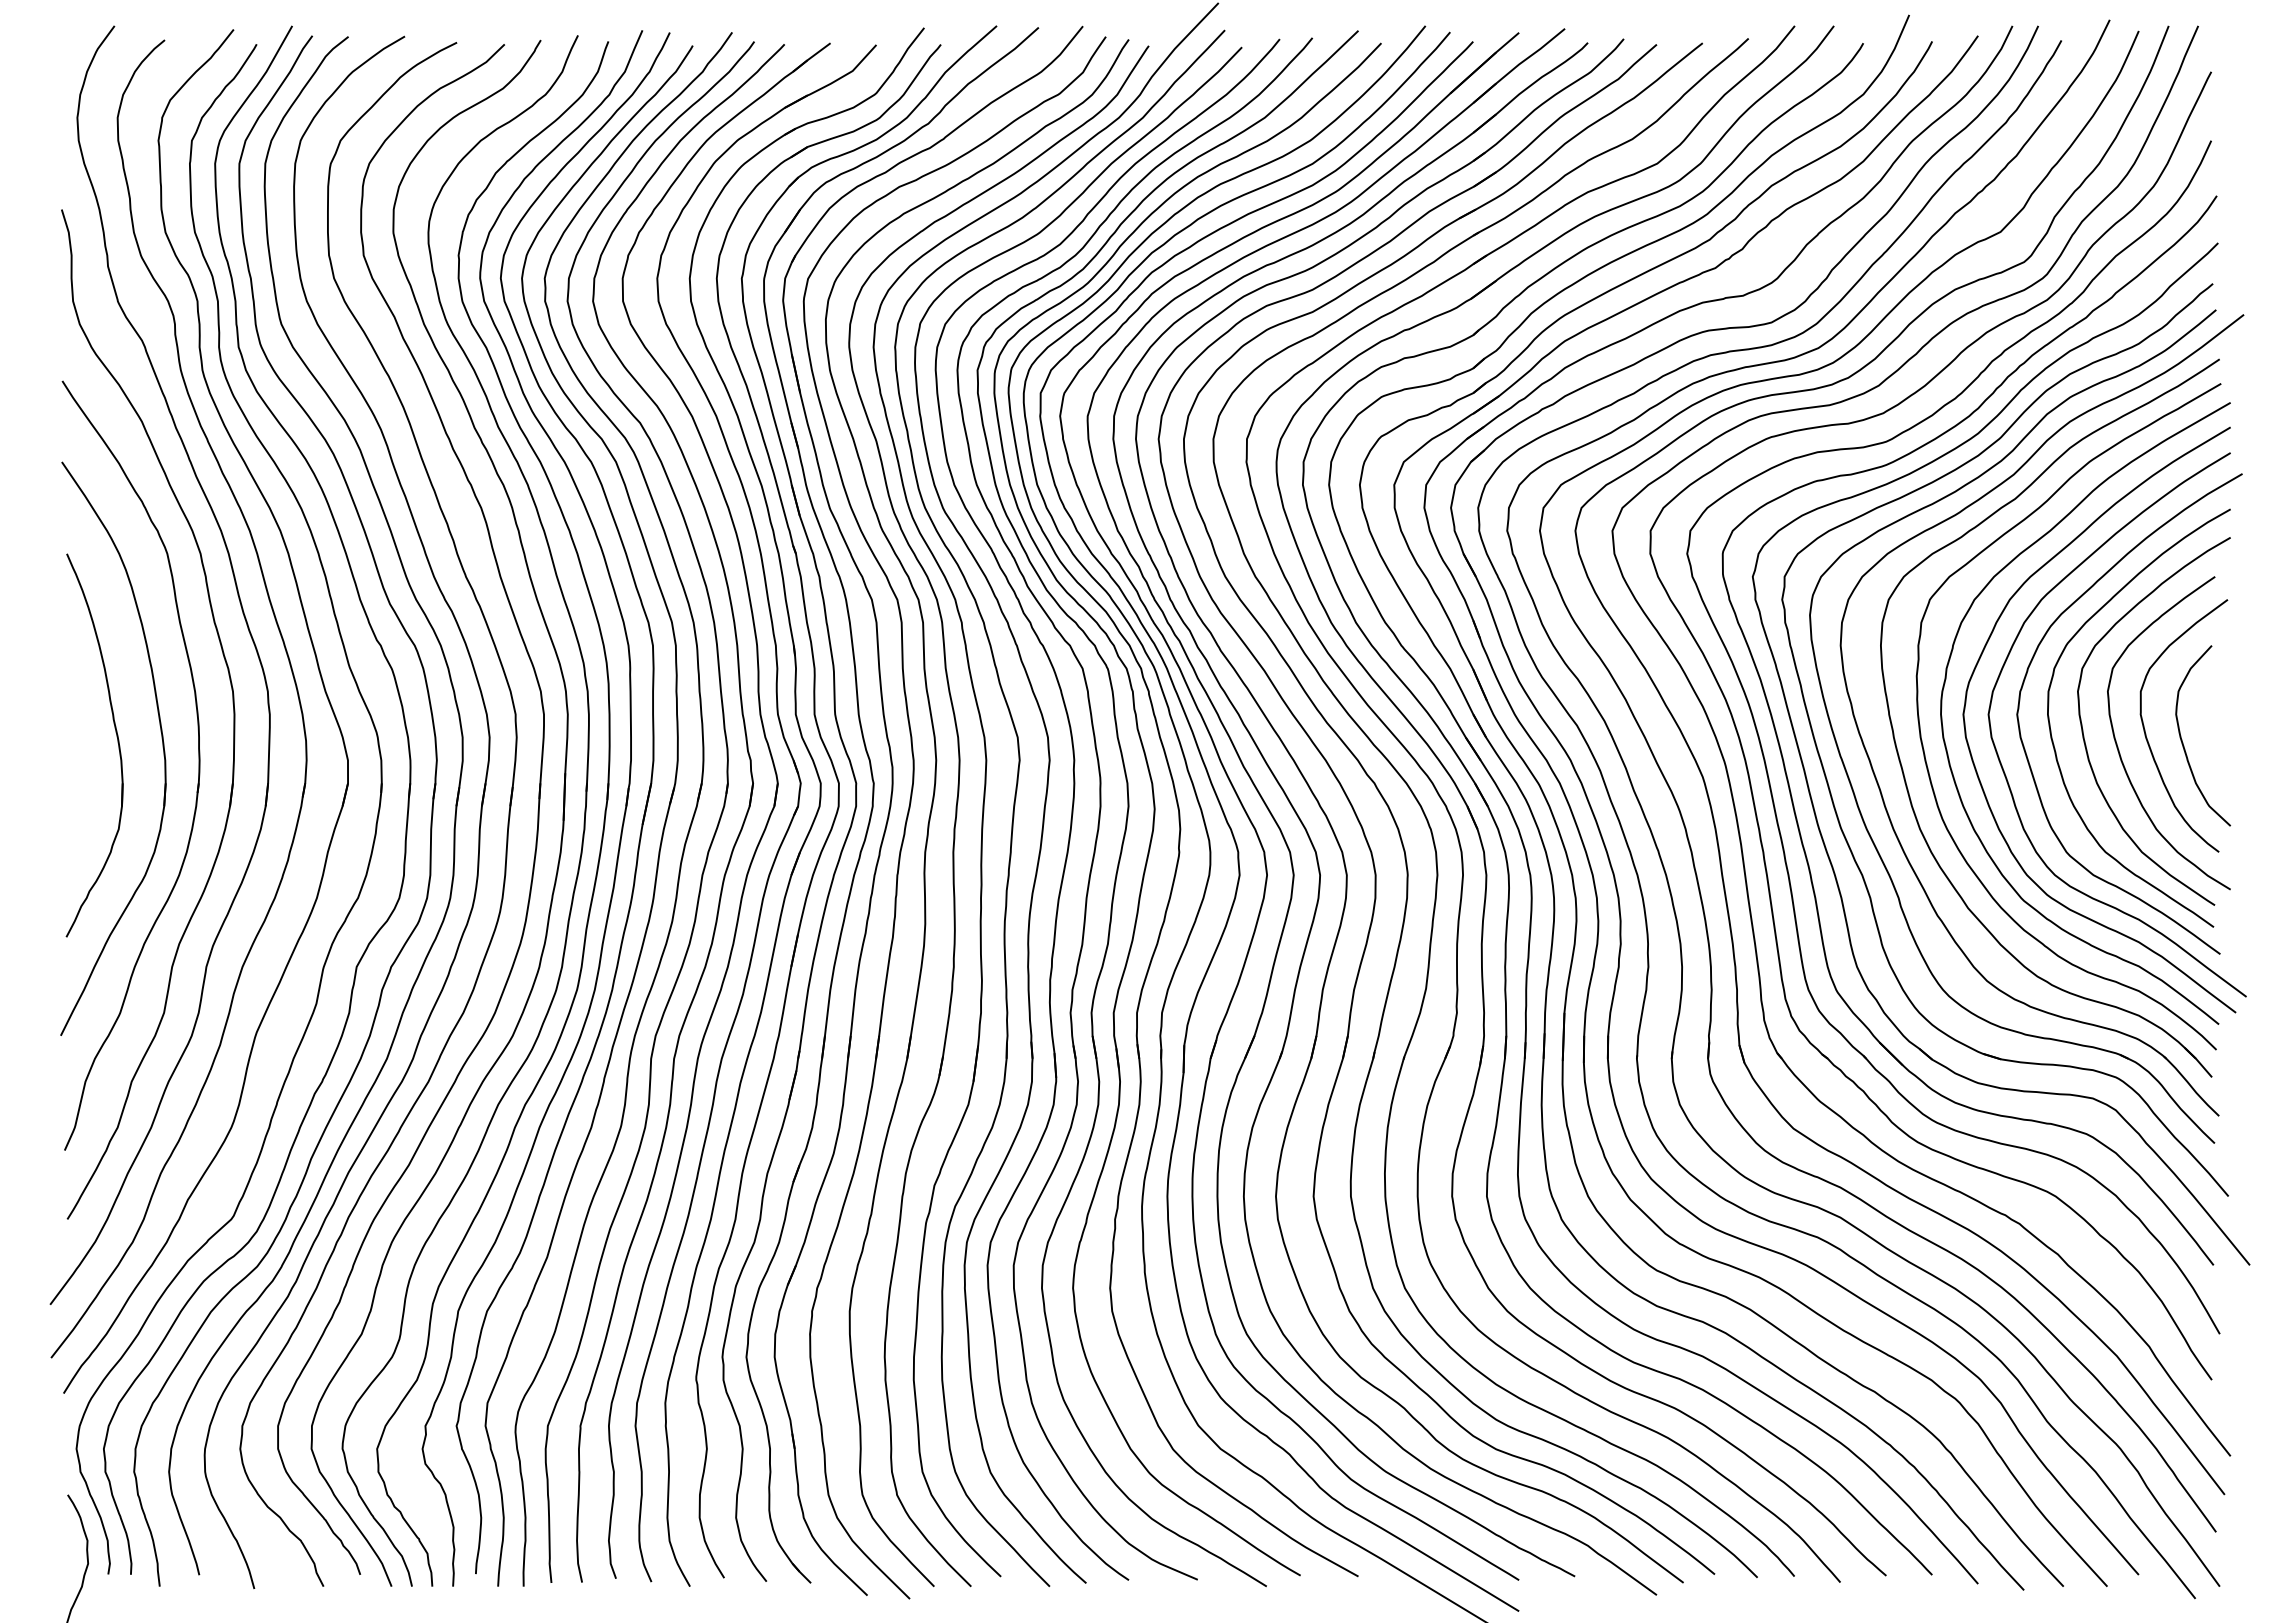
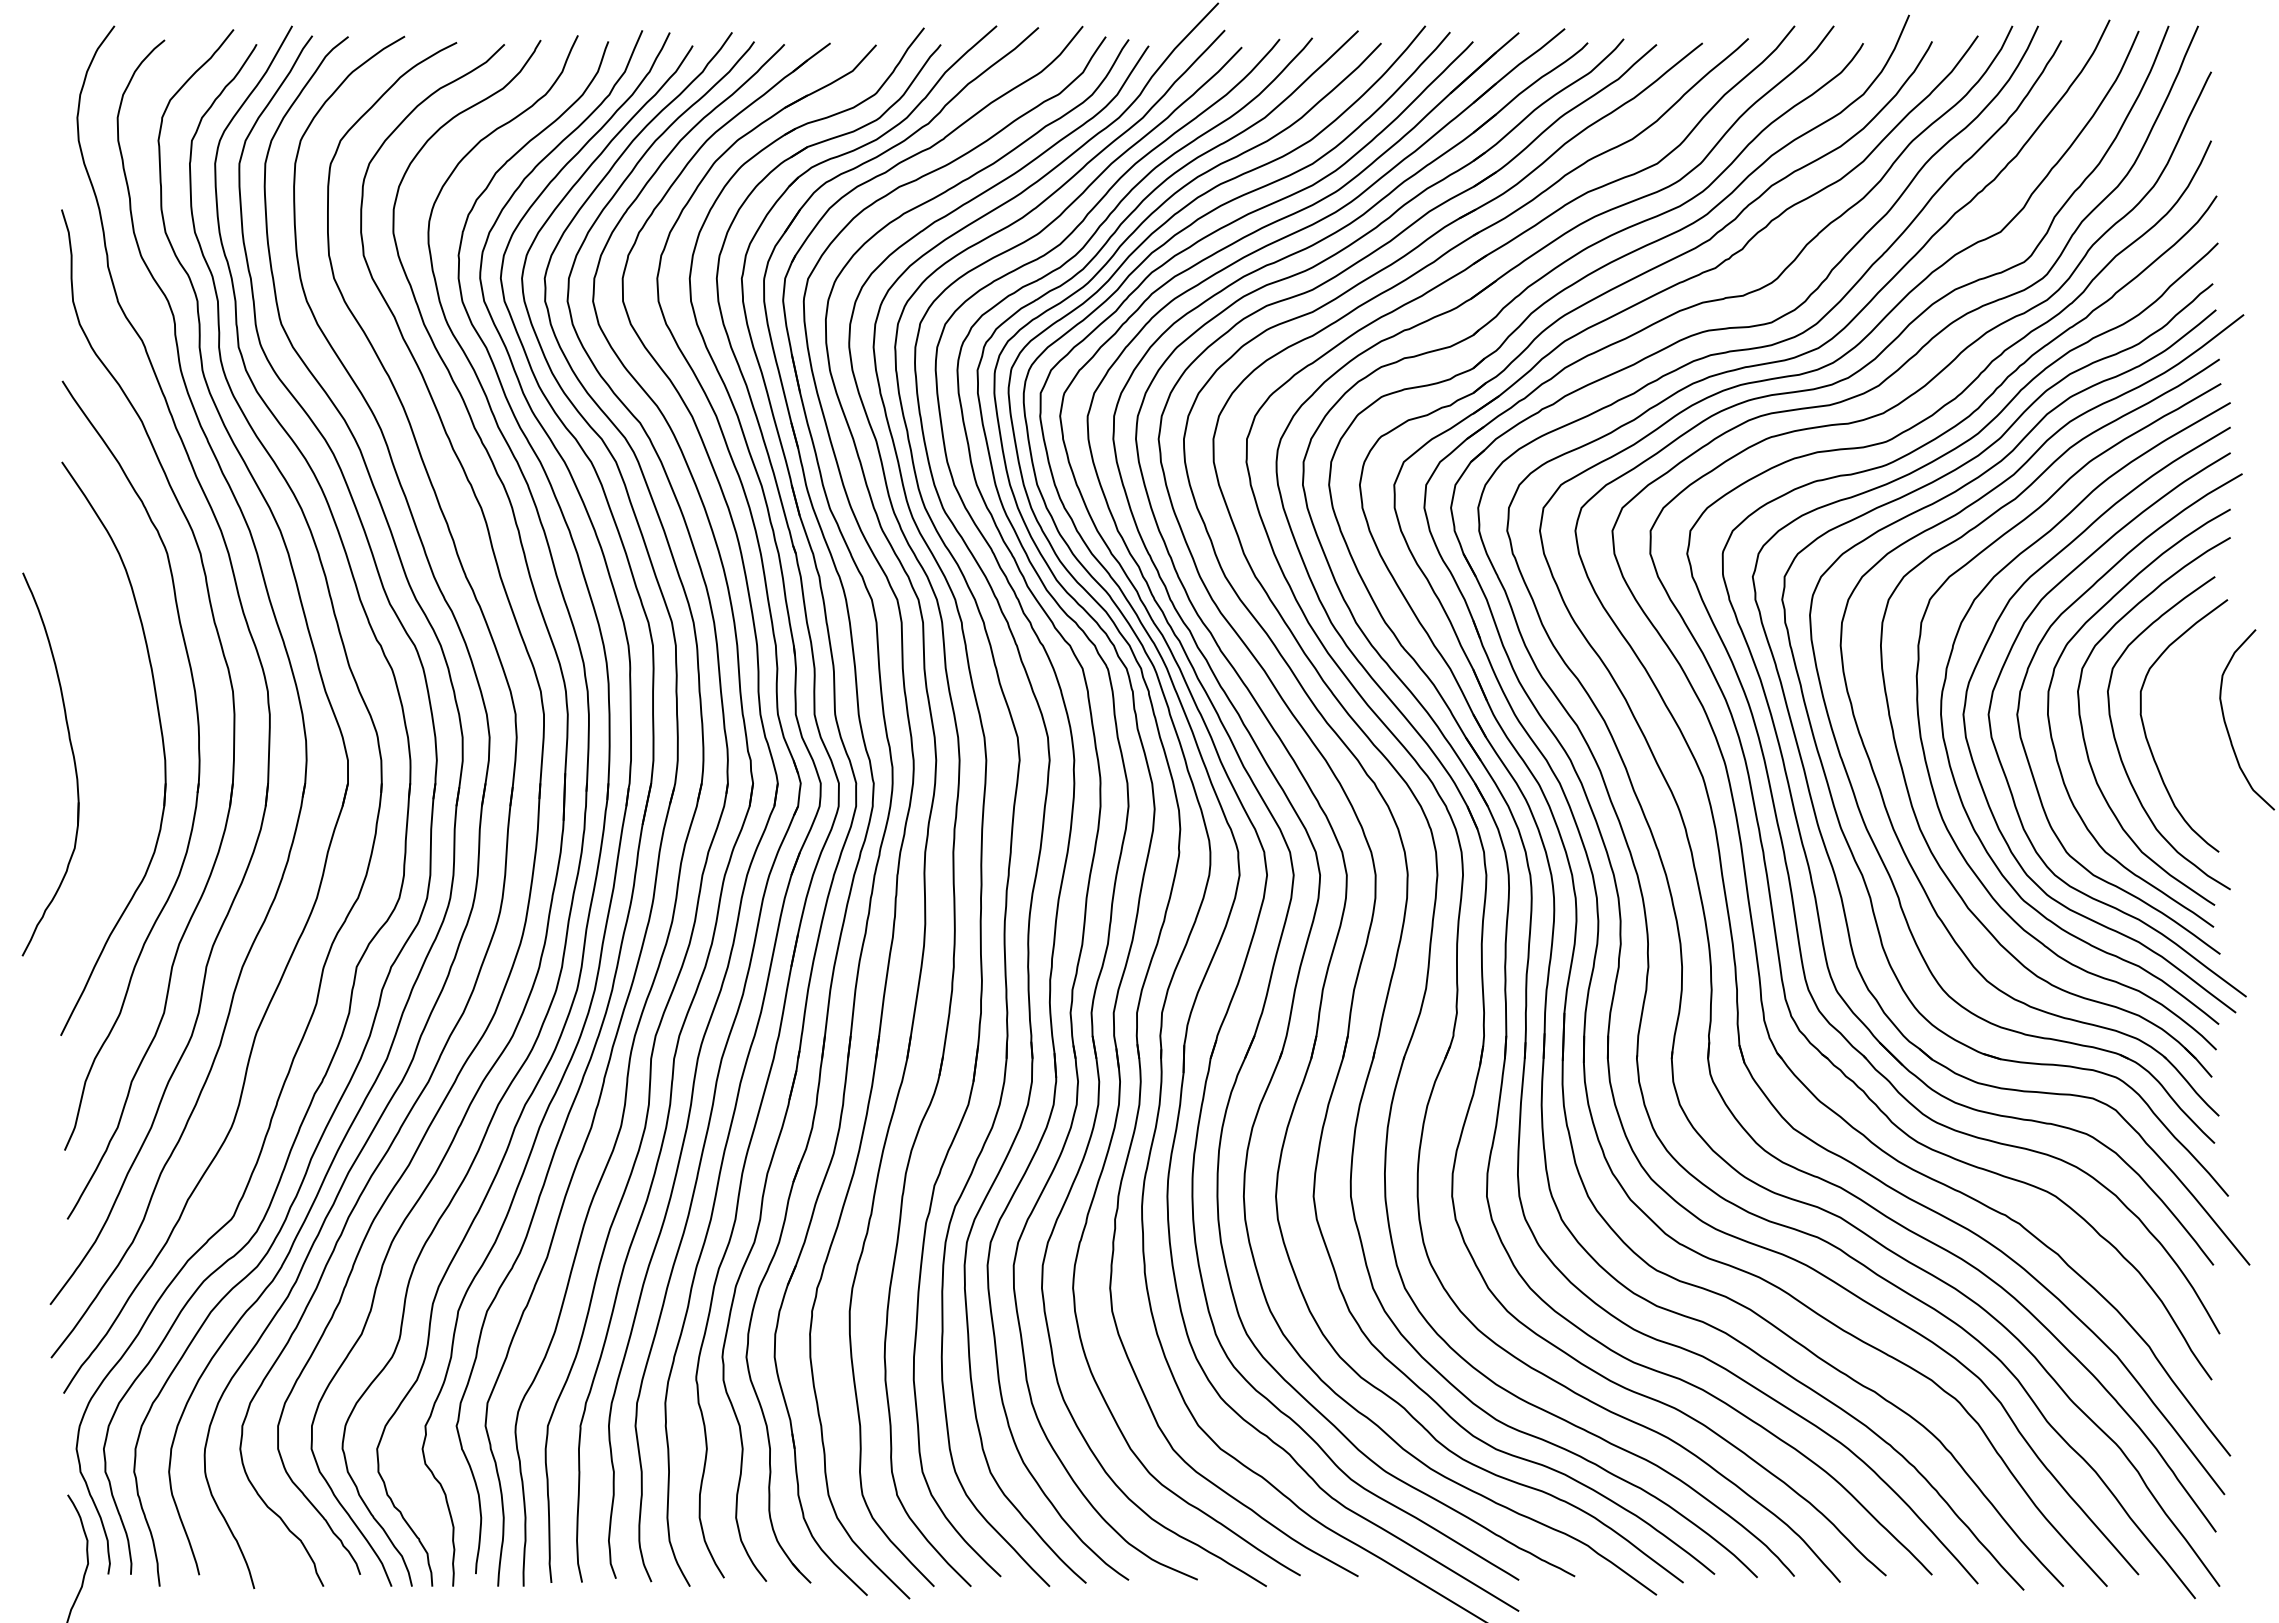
part at (117, 742) position: (117, 742) -> (73, 761)
curve at (2183, 742) position: (2183, 742) -> (2227, 726)
